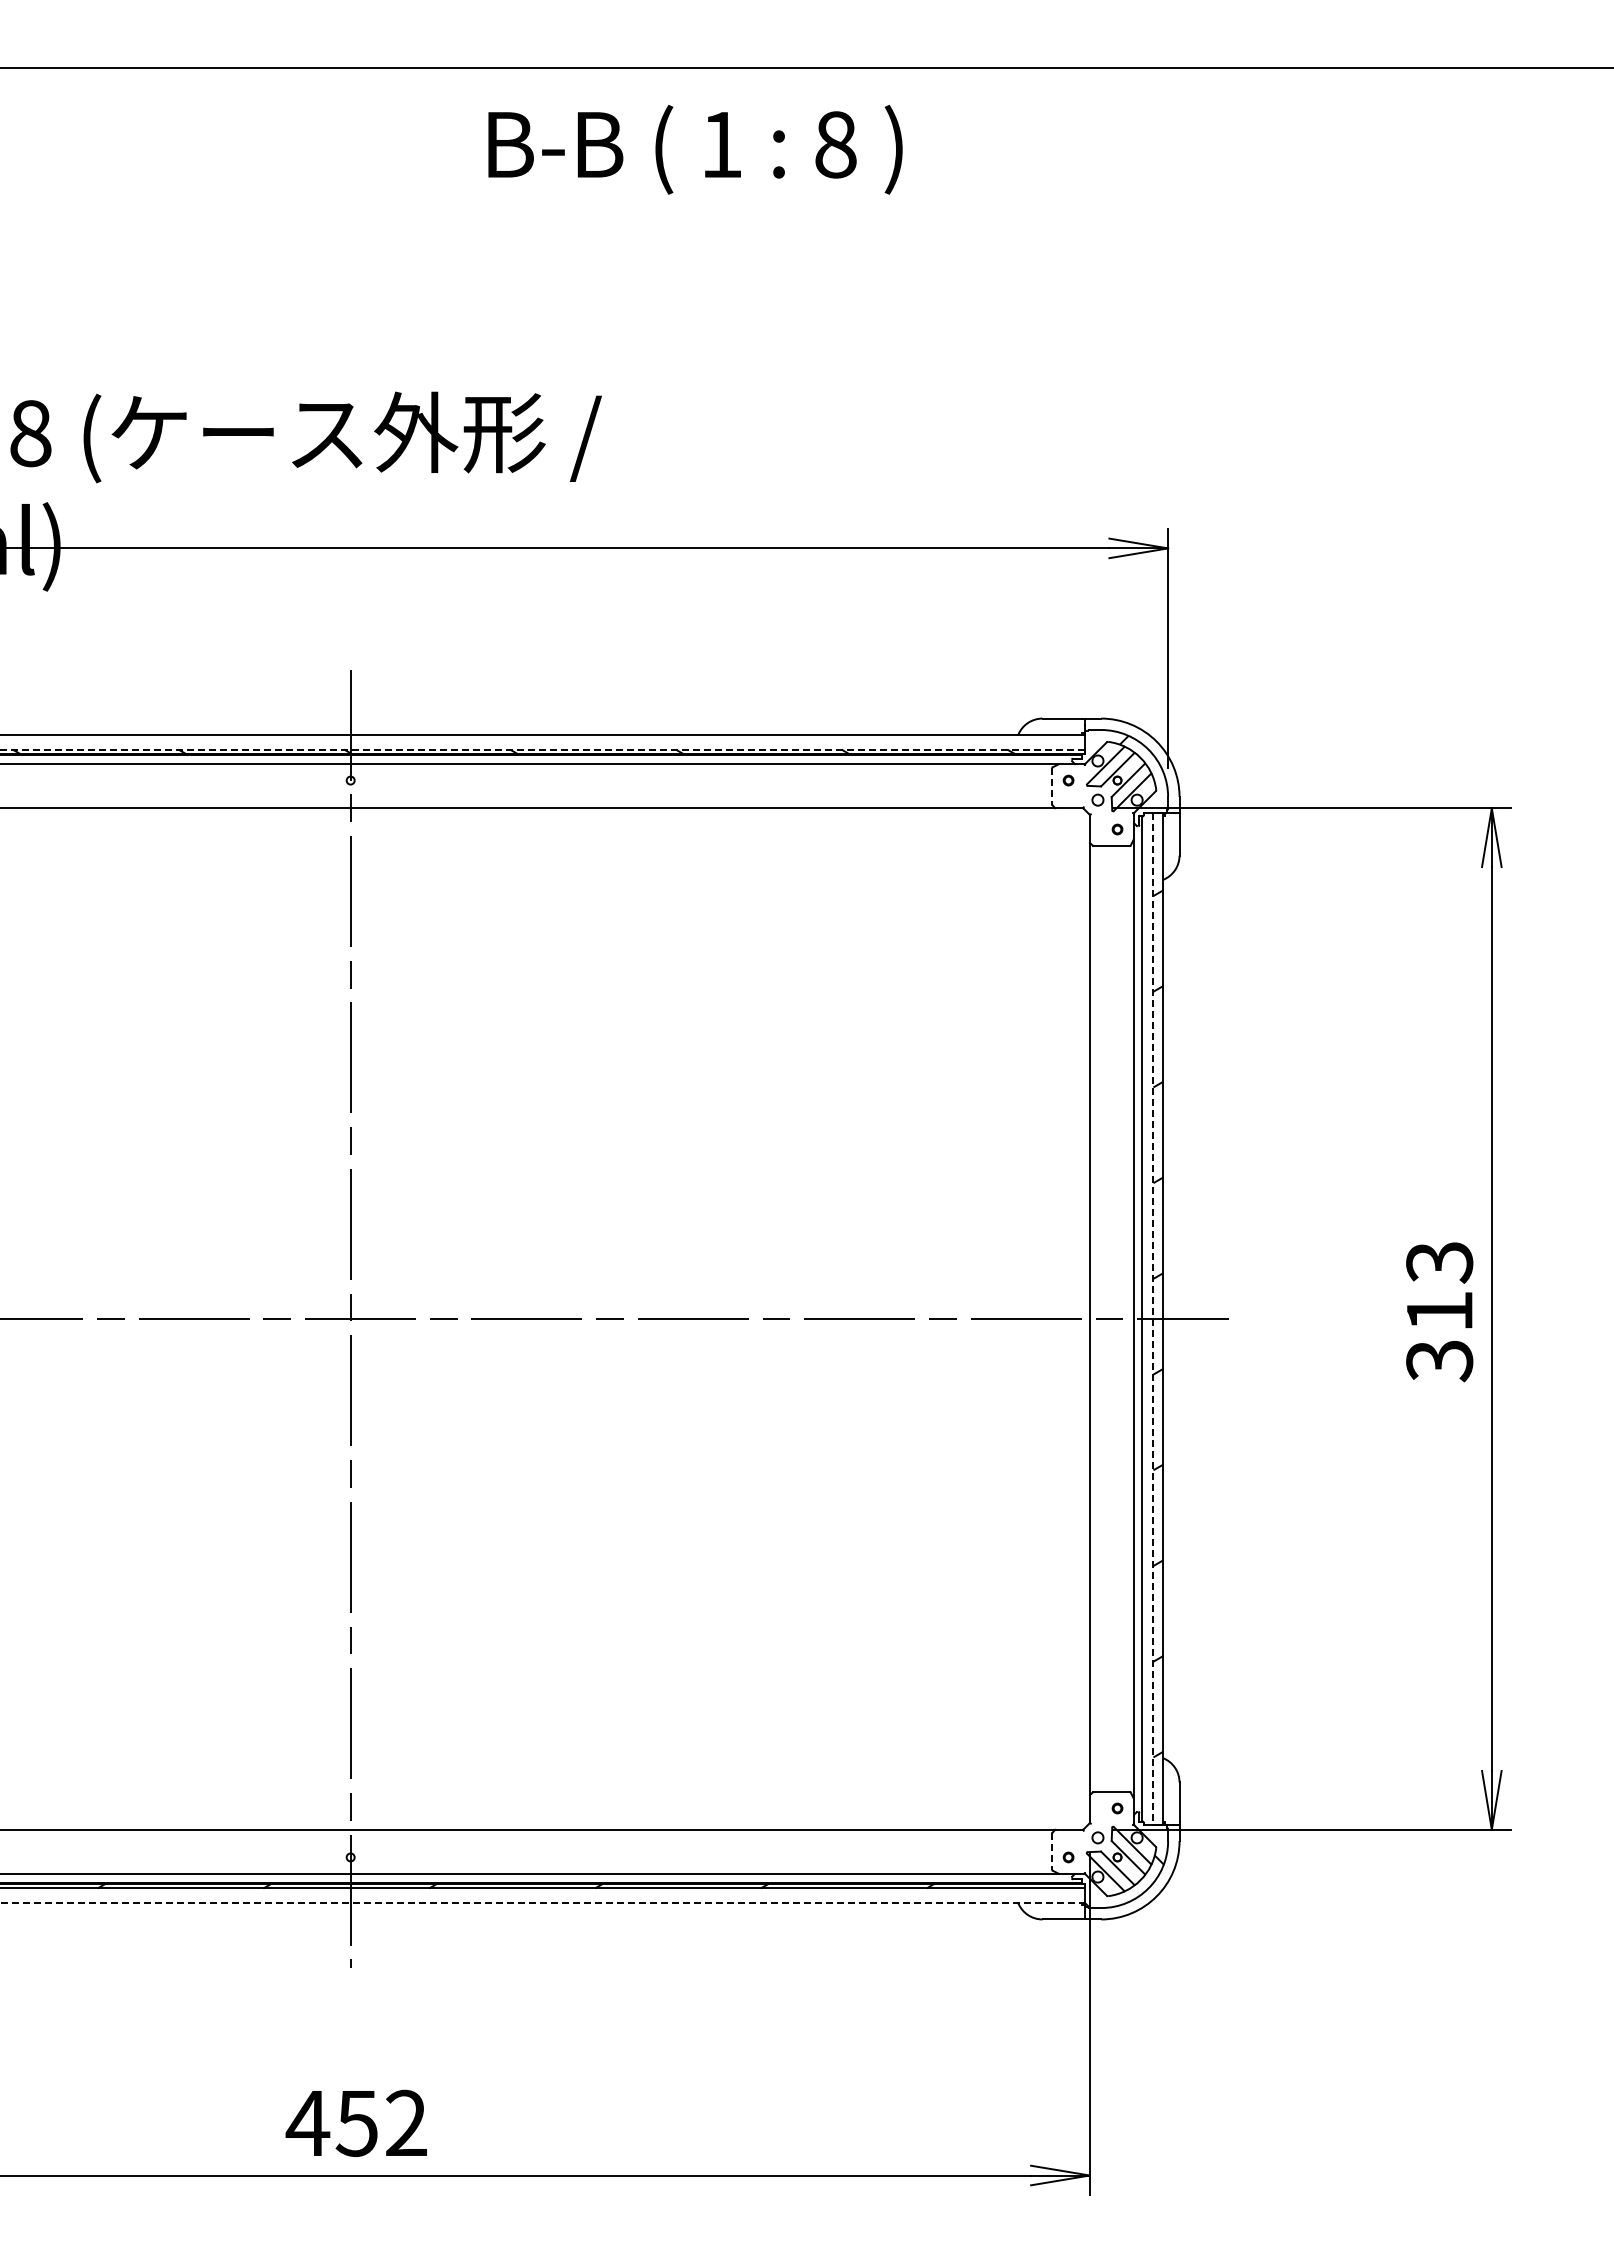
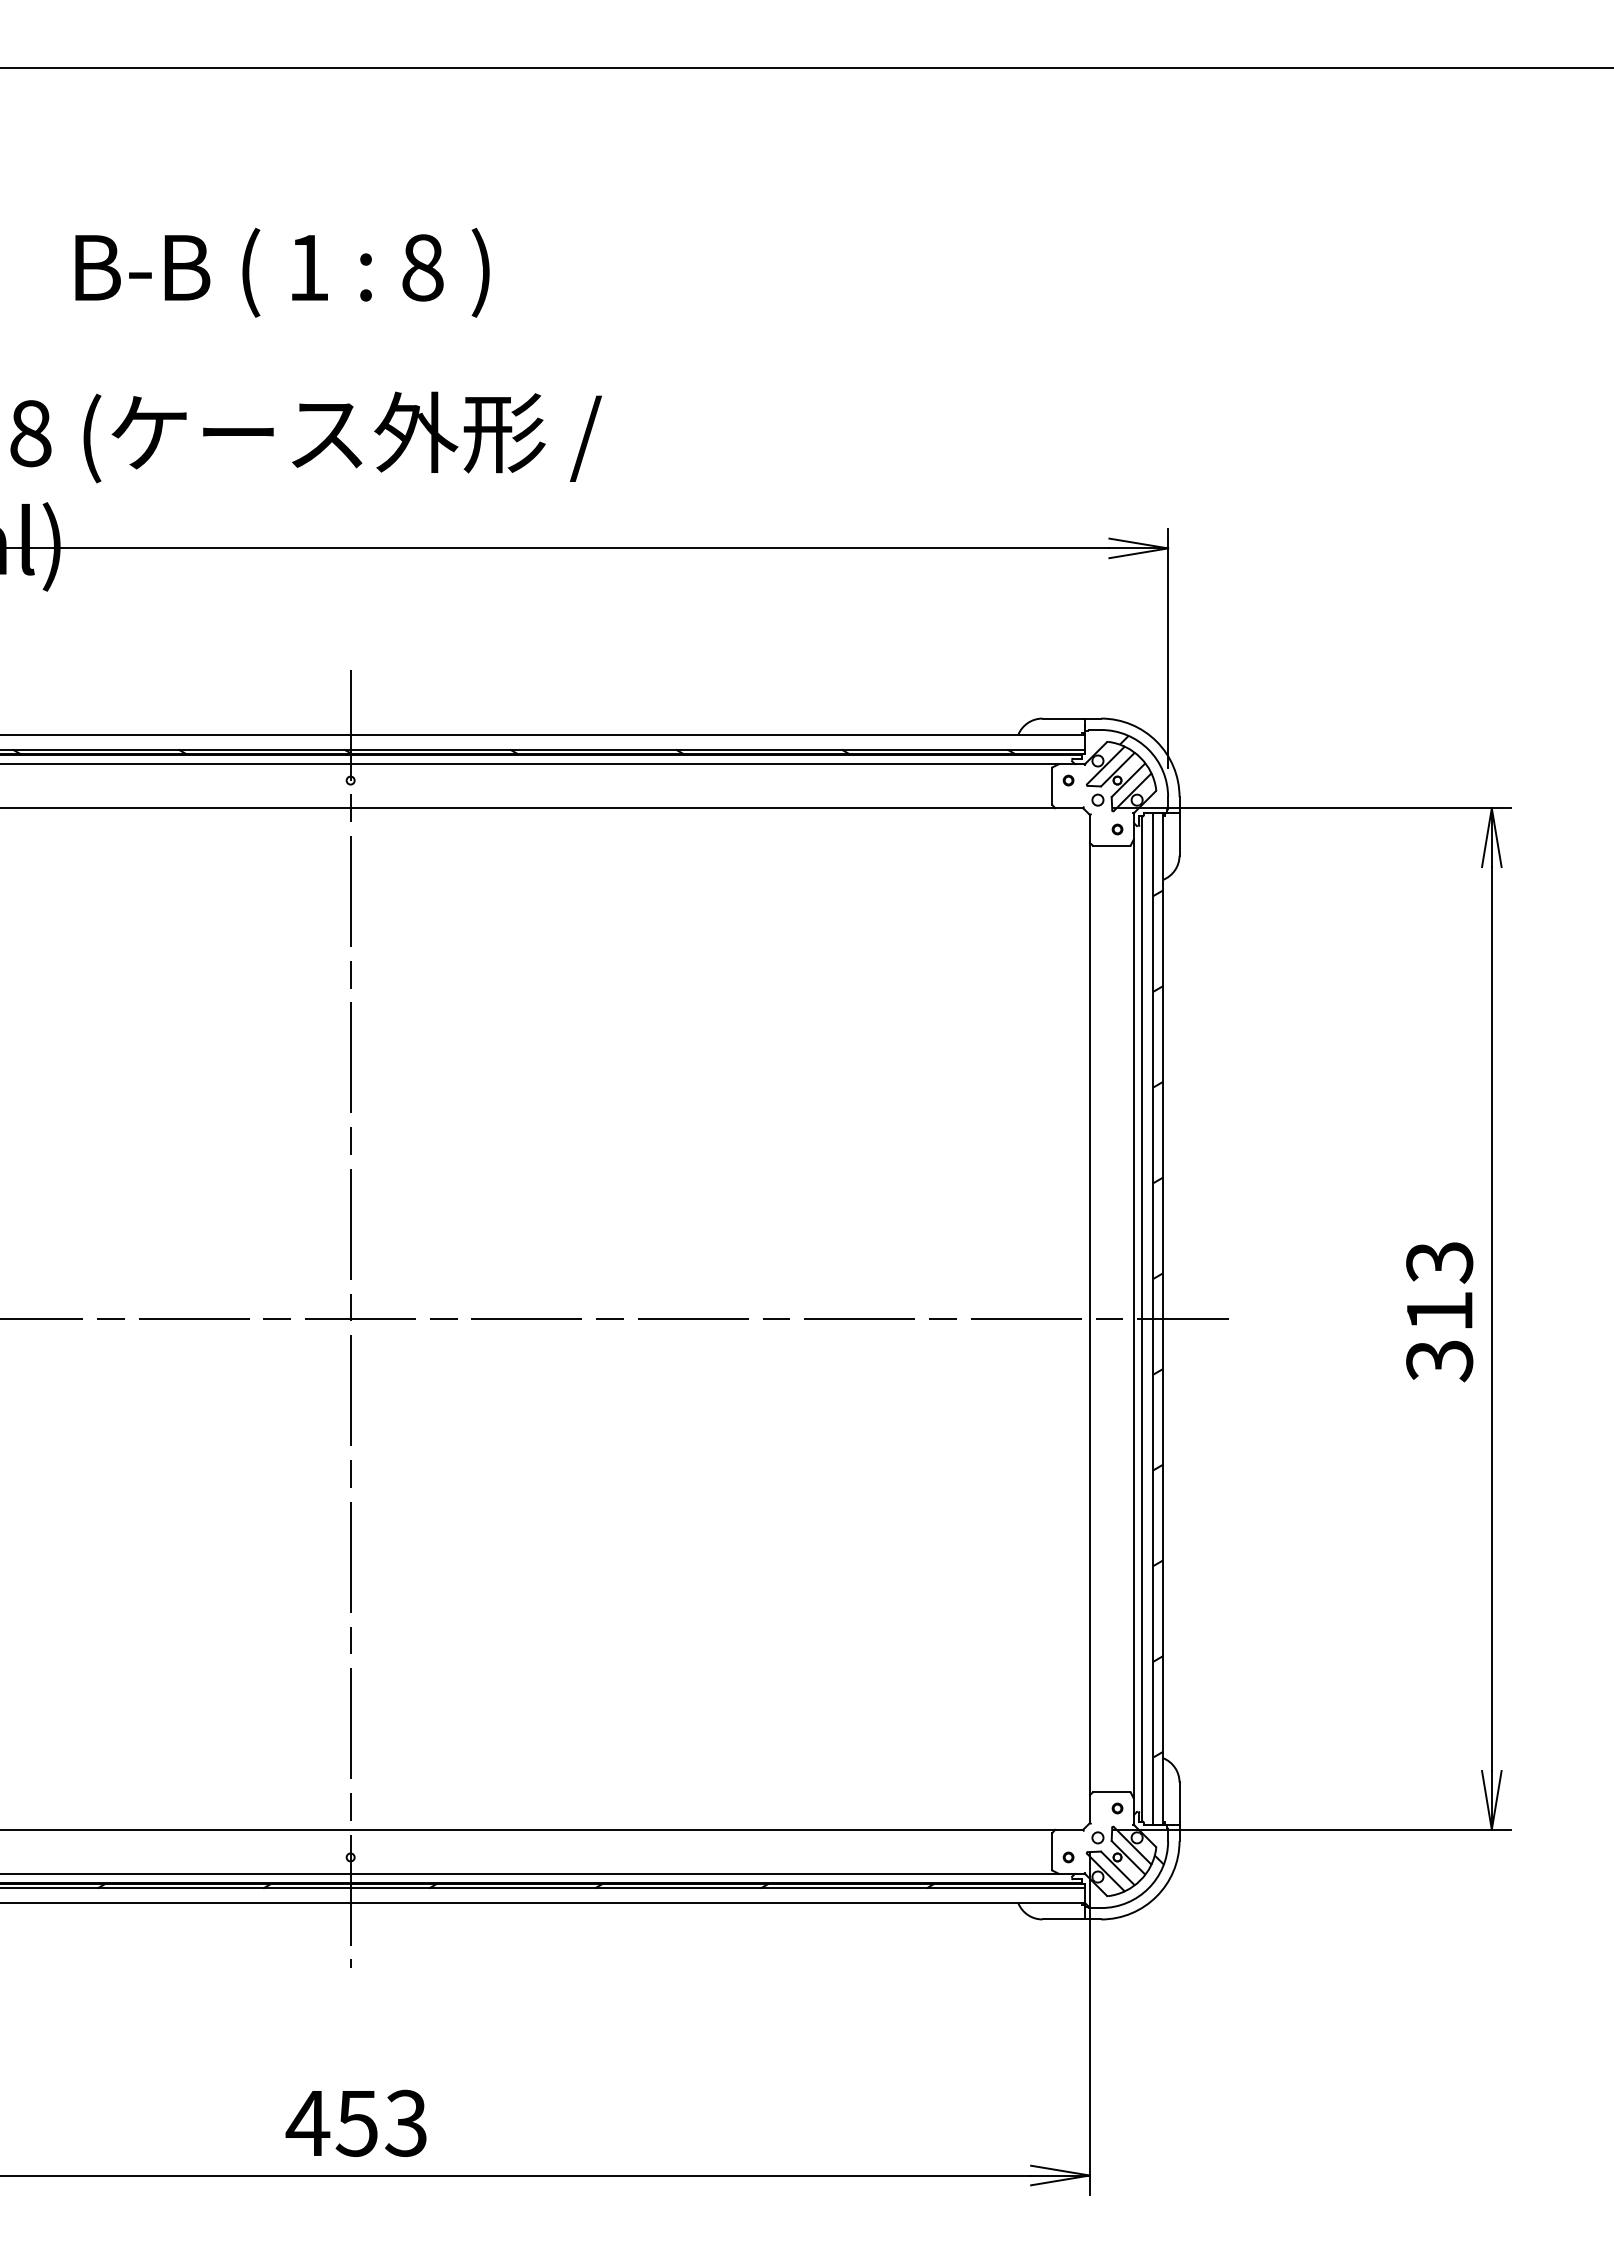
text at (695, 149) position: (695, 149) -> (282, 272)
line at (542, 749): dashed -> solid
line at (1052, 786): dashed -> solid
line at (1153, 1319): dashed -> solid
line at (1052, 1852): dashed -> solid
line at (543, 1903): dashed -> solid
text at (405, 2123): 452 -> 453
